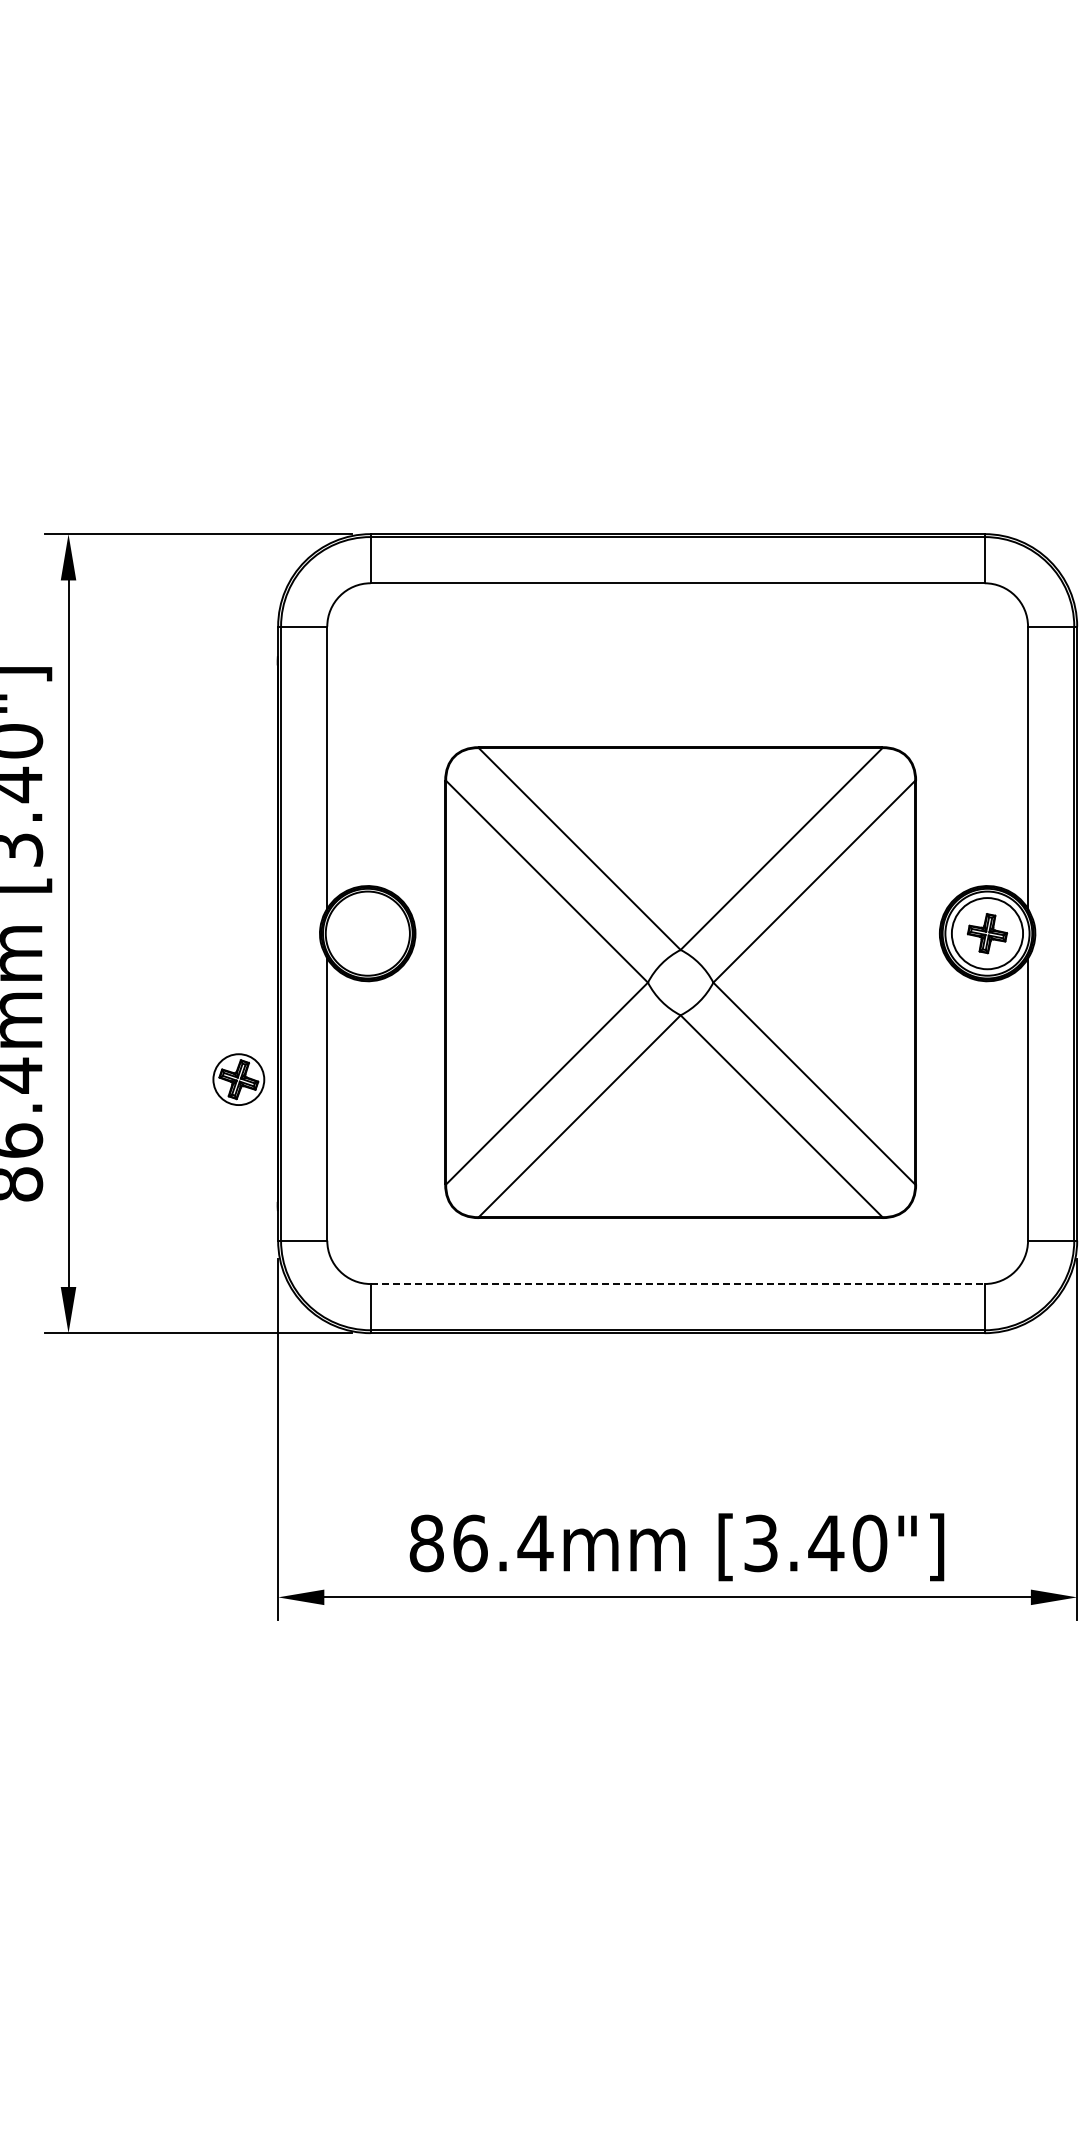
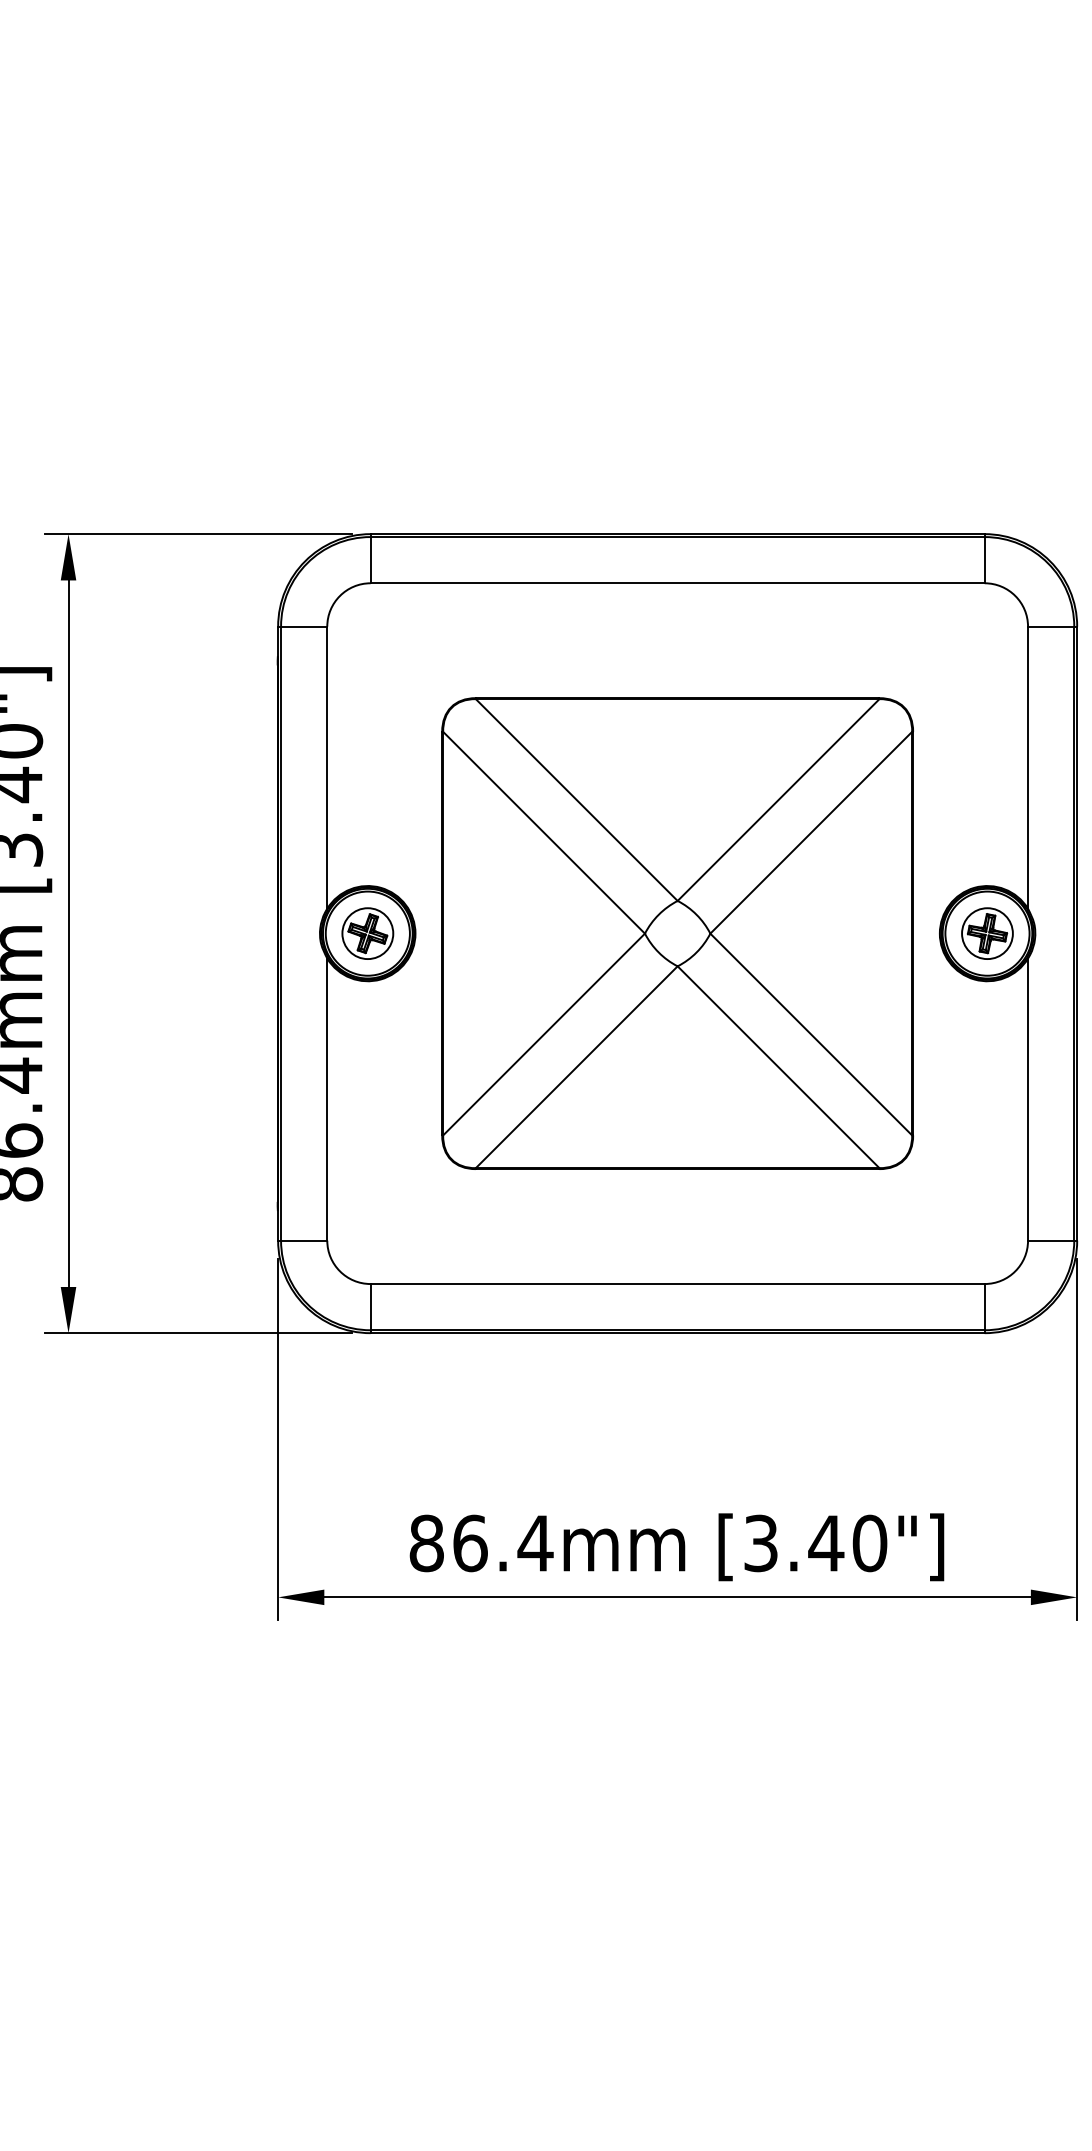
circle at (987, 933) diameter: 71 px -> 51 px
part at (680, 982) position: (680, 982) -> (677, 933)
part at (238, 1079) position: (238, 1079) -> (367, 933)
line at (678, 1284): dashed -> solid
